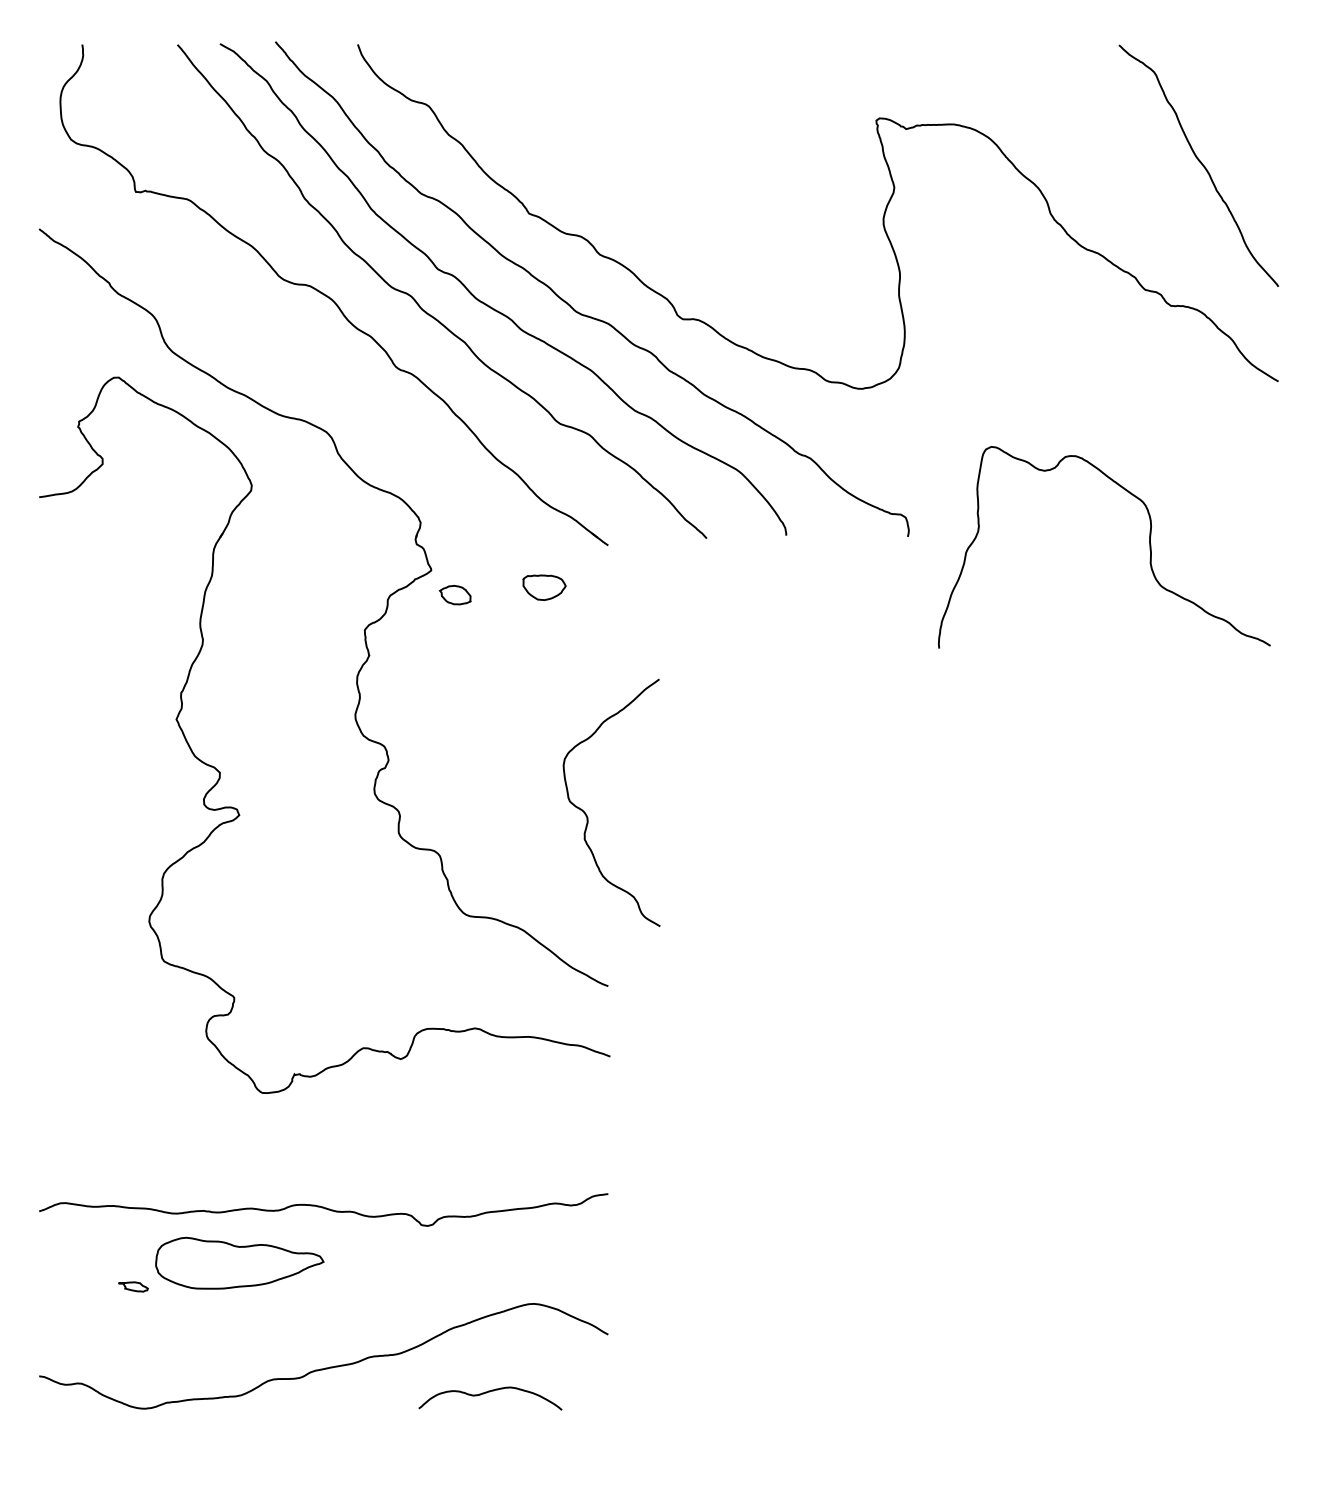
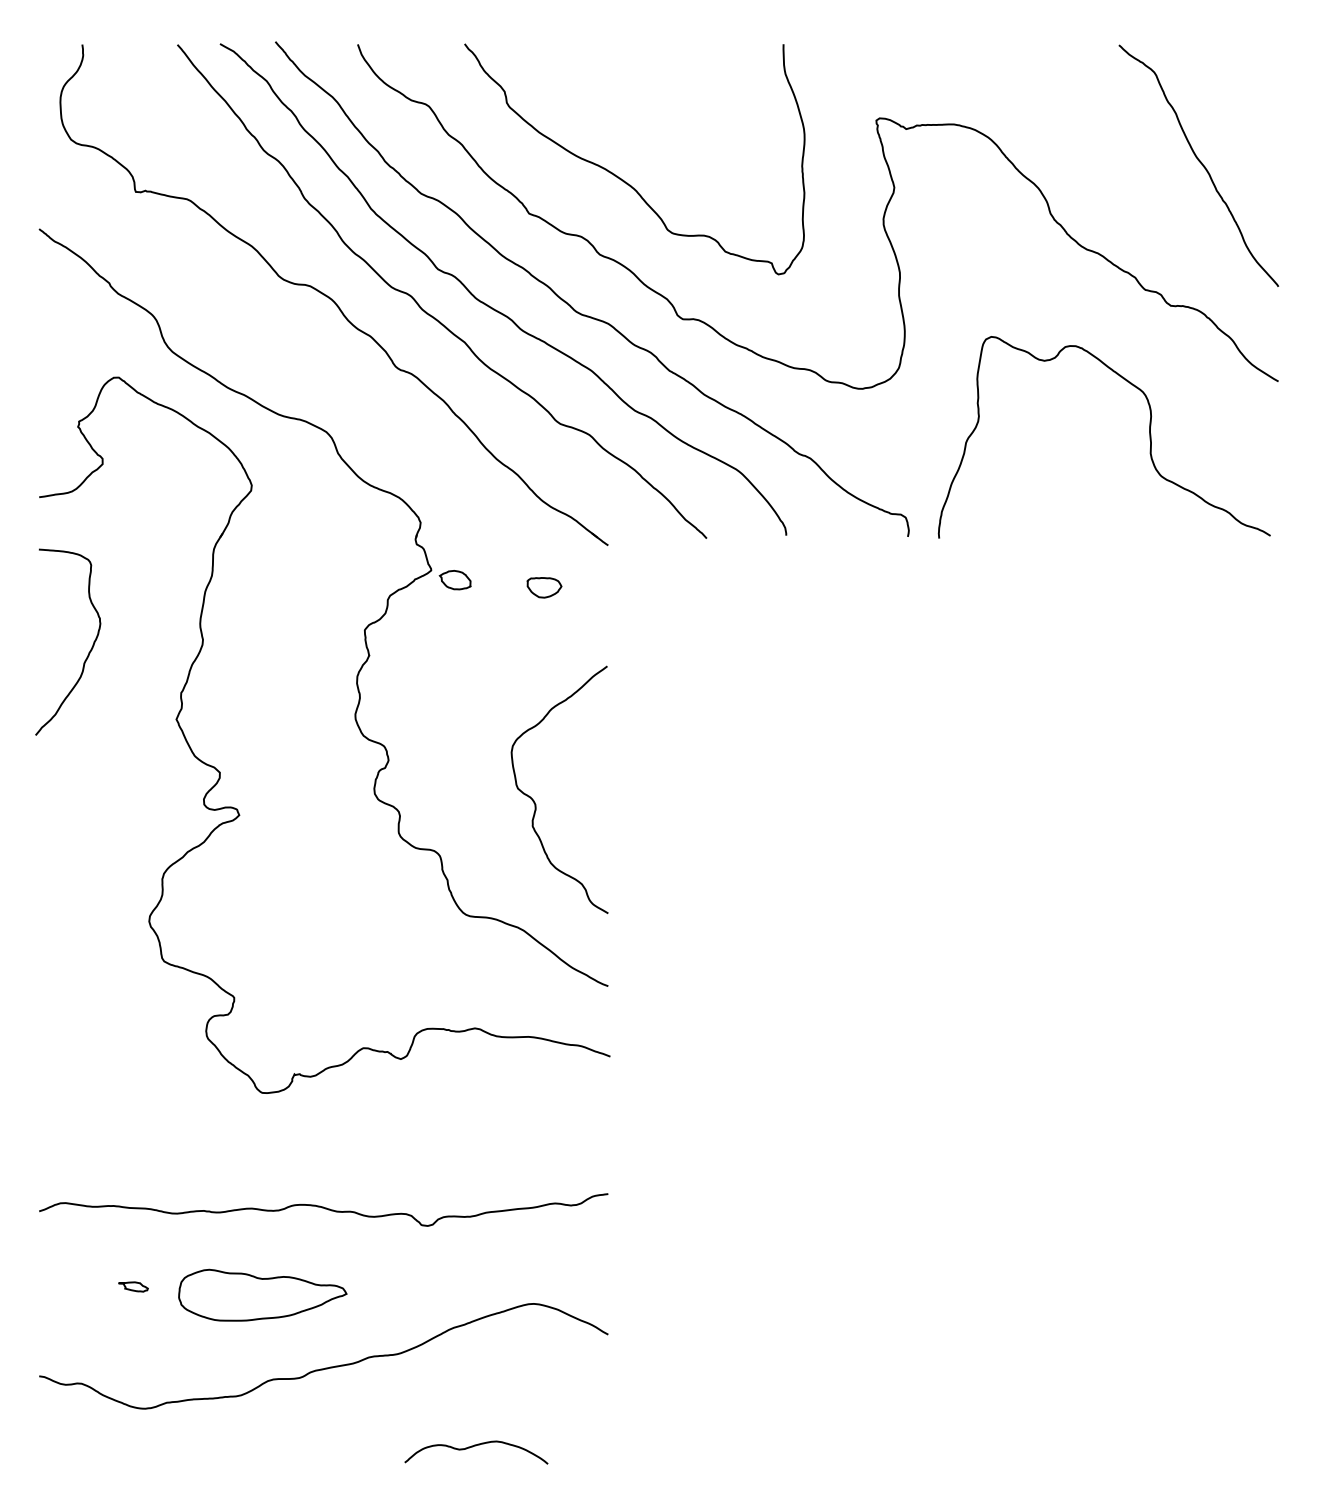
curve at (620, 177): none -> present
curve at (1149, 547) position: (1149, 547) -> (1149, 437)
part at (544, 587) size: 45x27 px -> 37x22 px
part at (454, 595) position: (454, 595) -> (454, 580)
curve at (88, 652): none -> present
curve at (587, 815) position: (587, 815) -> (535, 802)
part at (239, 1262) position: (239, 1262) -> (262, 1294)
curve at (490, 1392) position: (490, 1392) -> (476, 1446)
